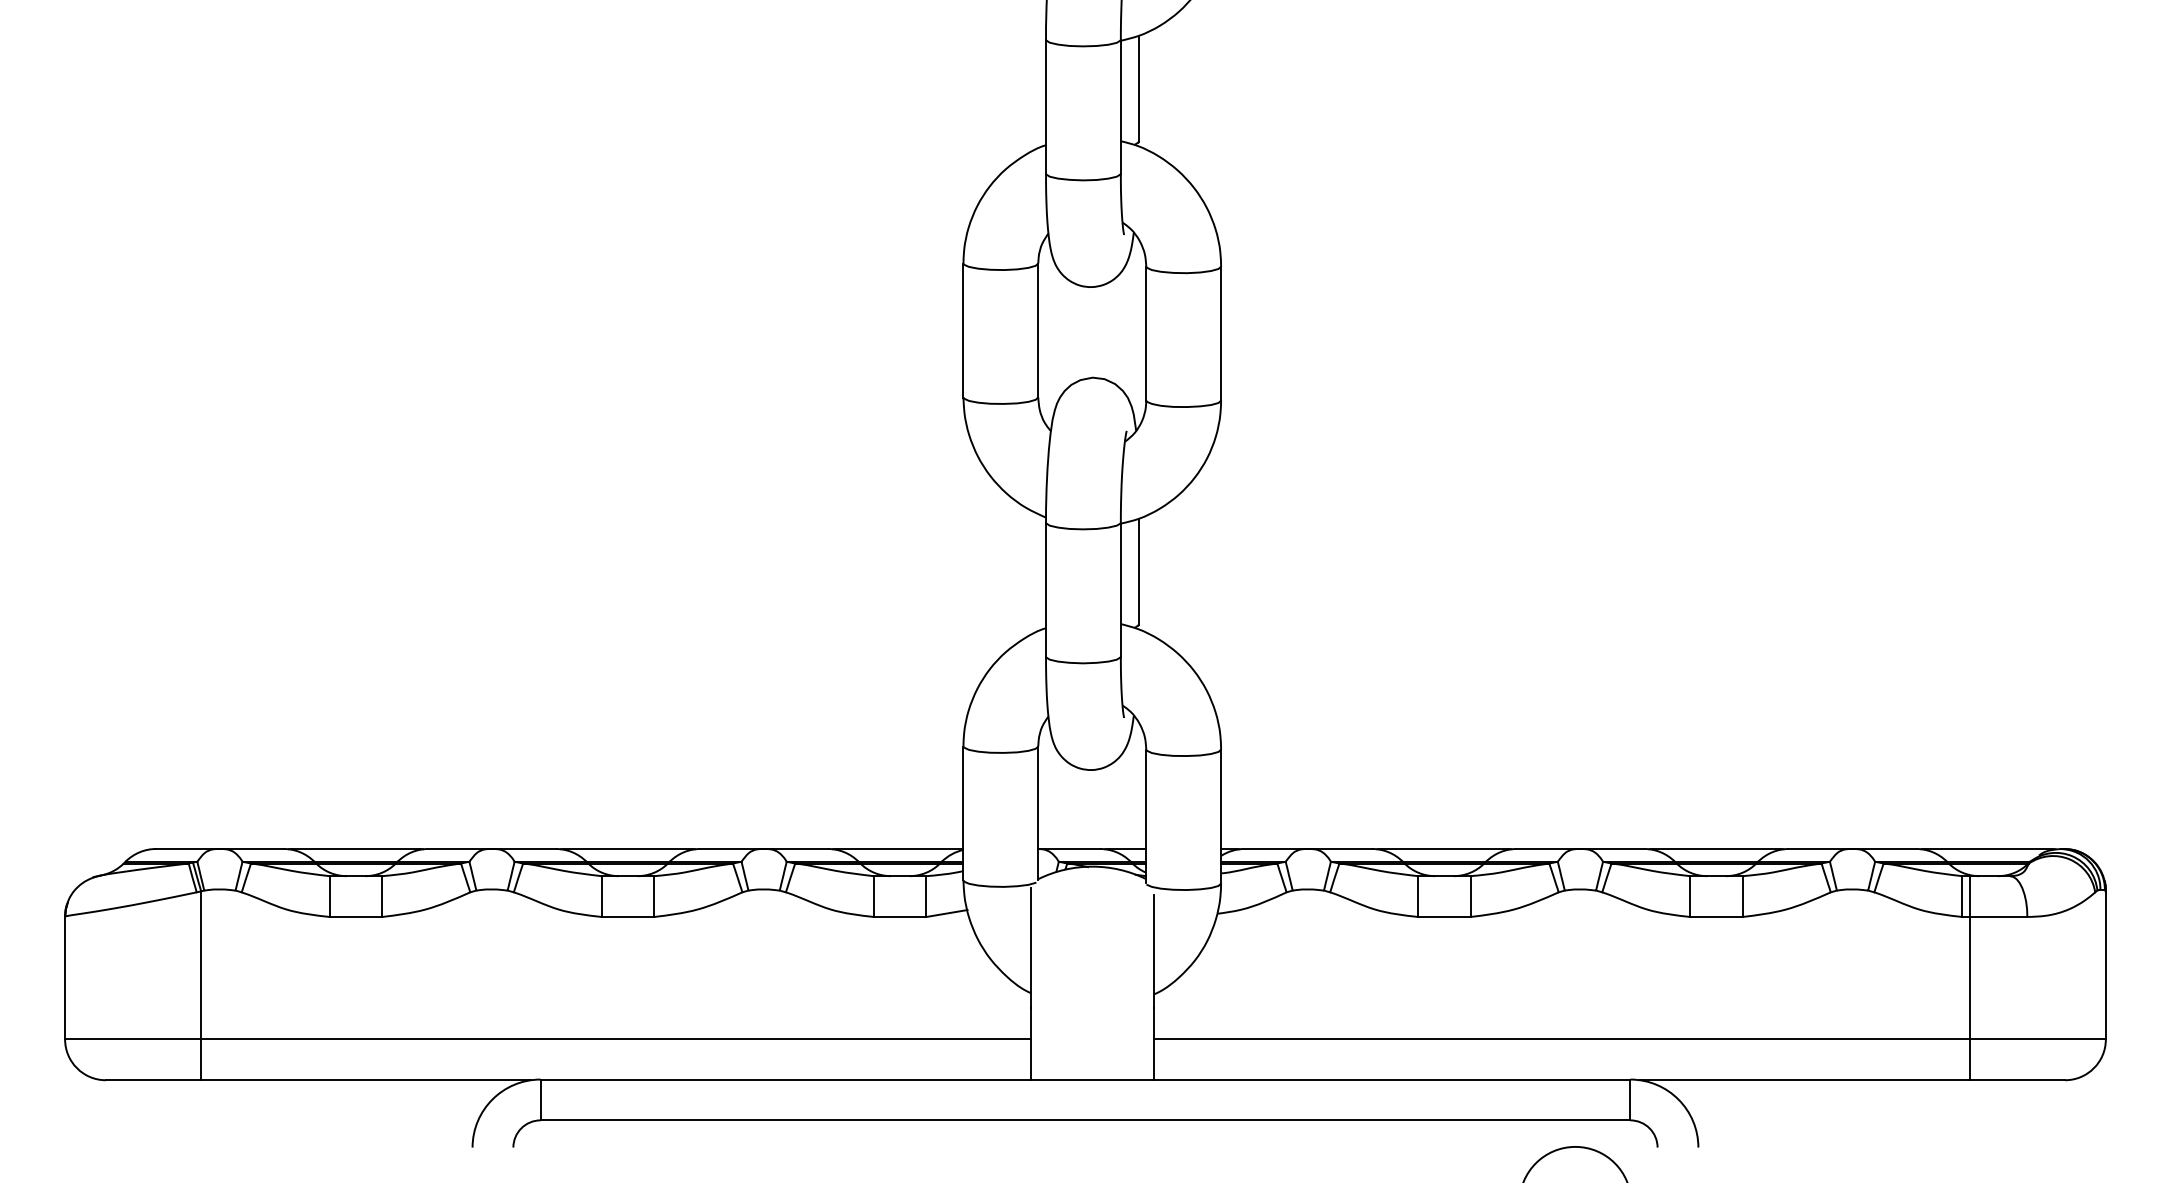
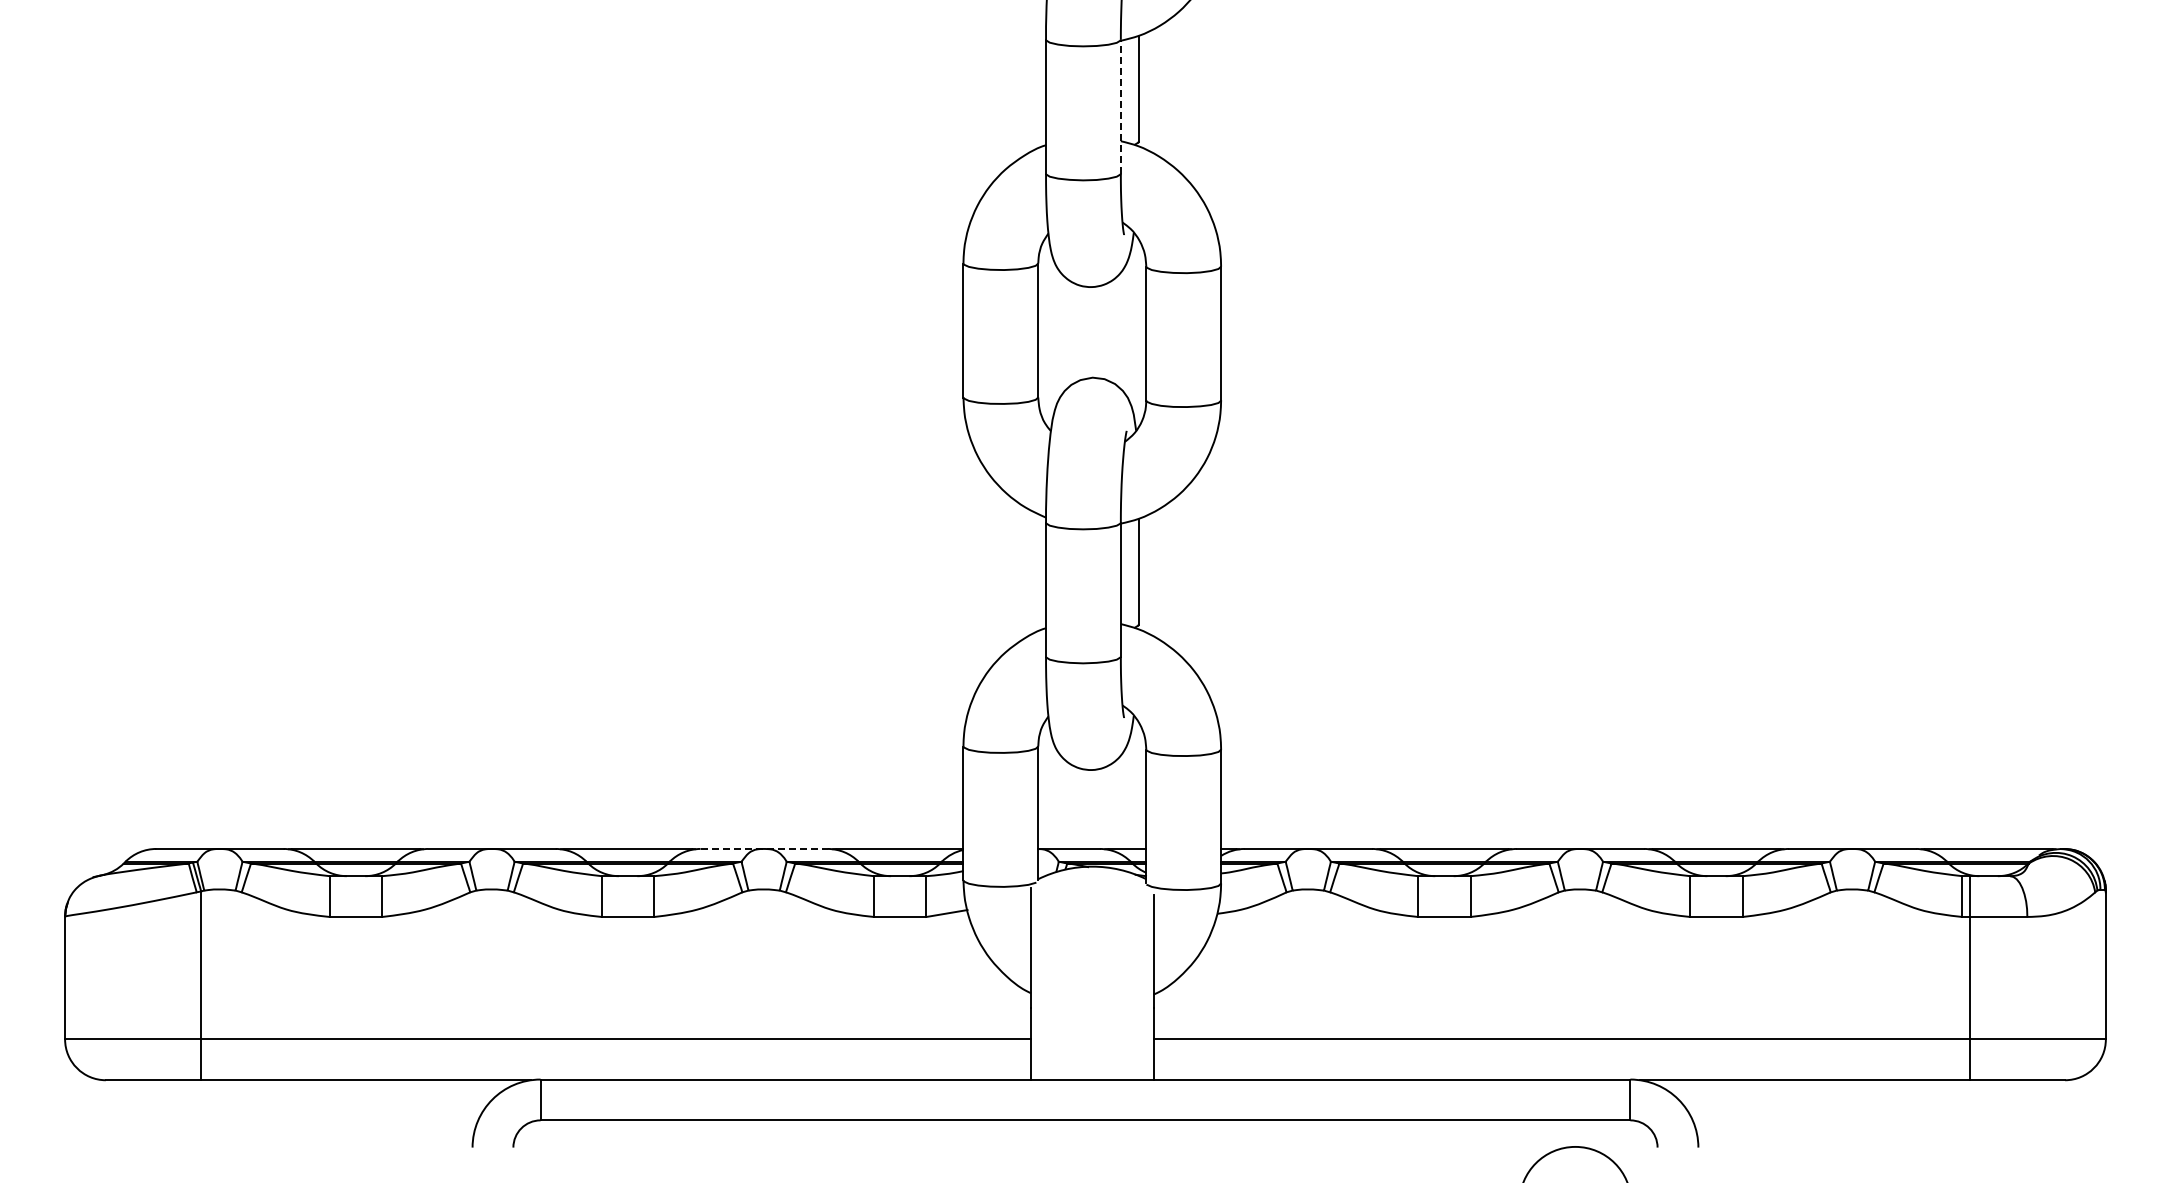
line at (1120, 106): solid -> dashed
line at (764, 848): solid -> dashed
